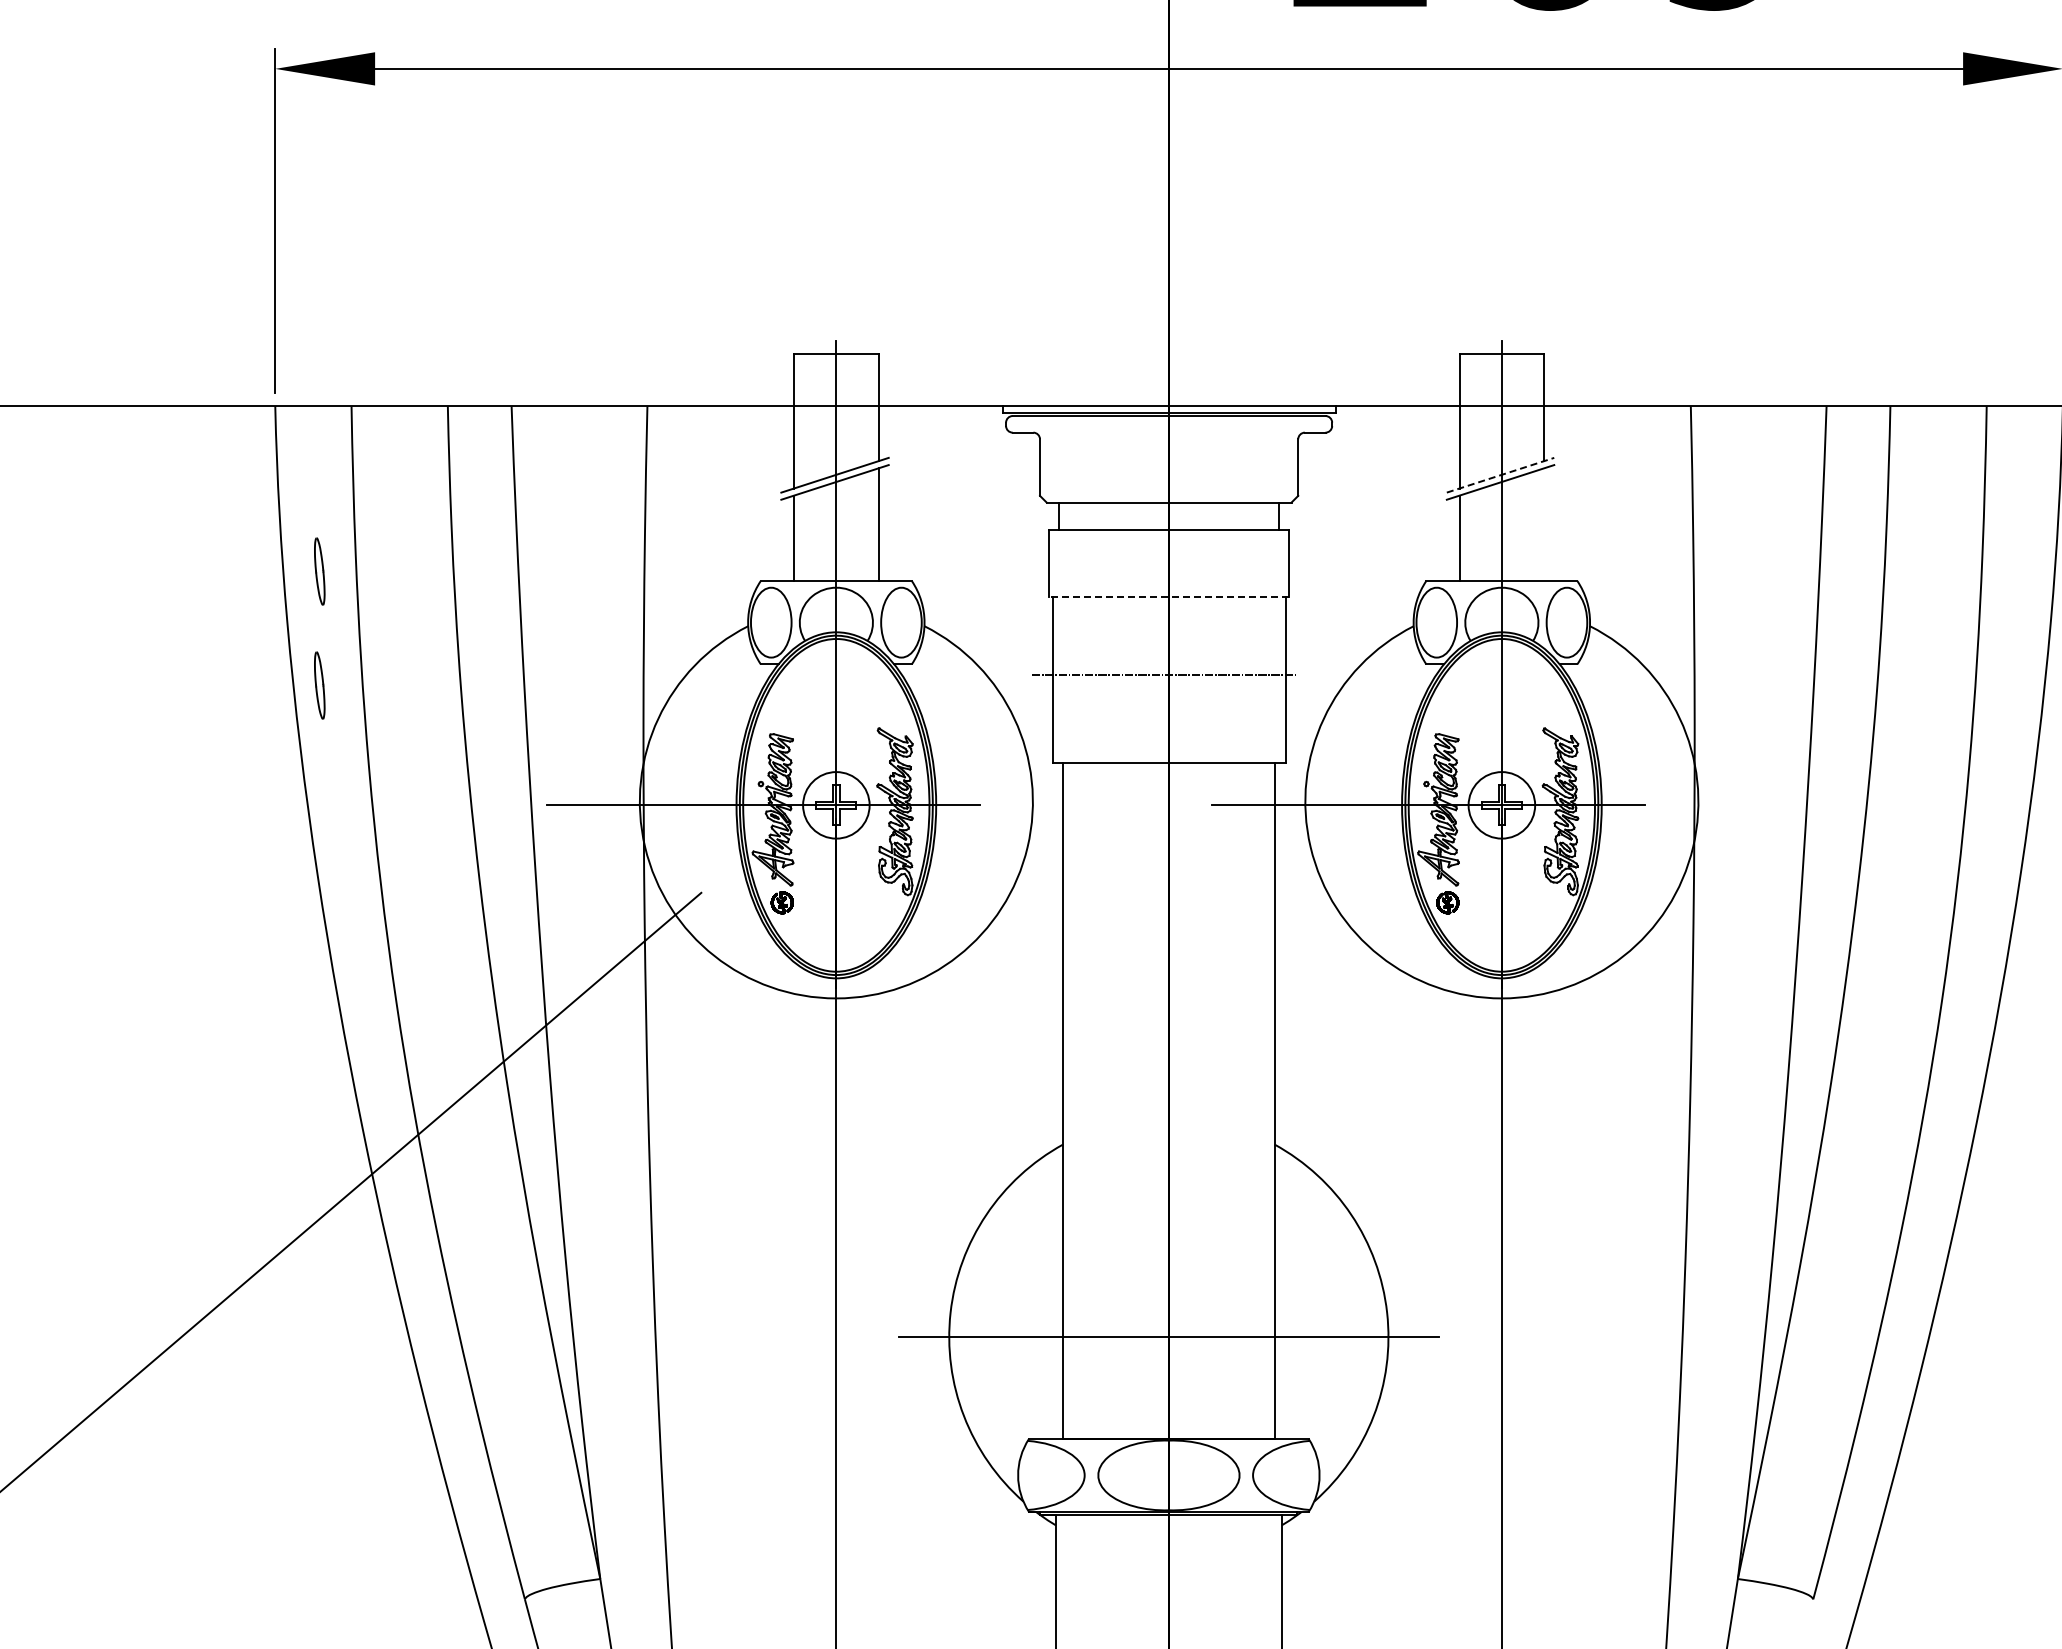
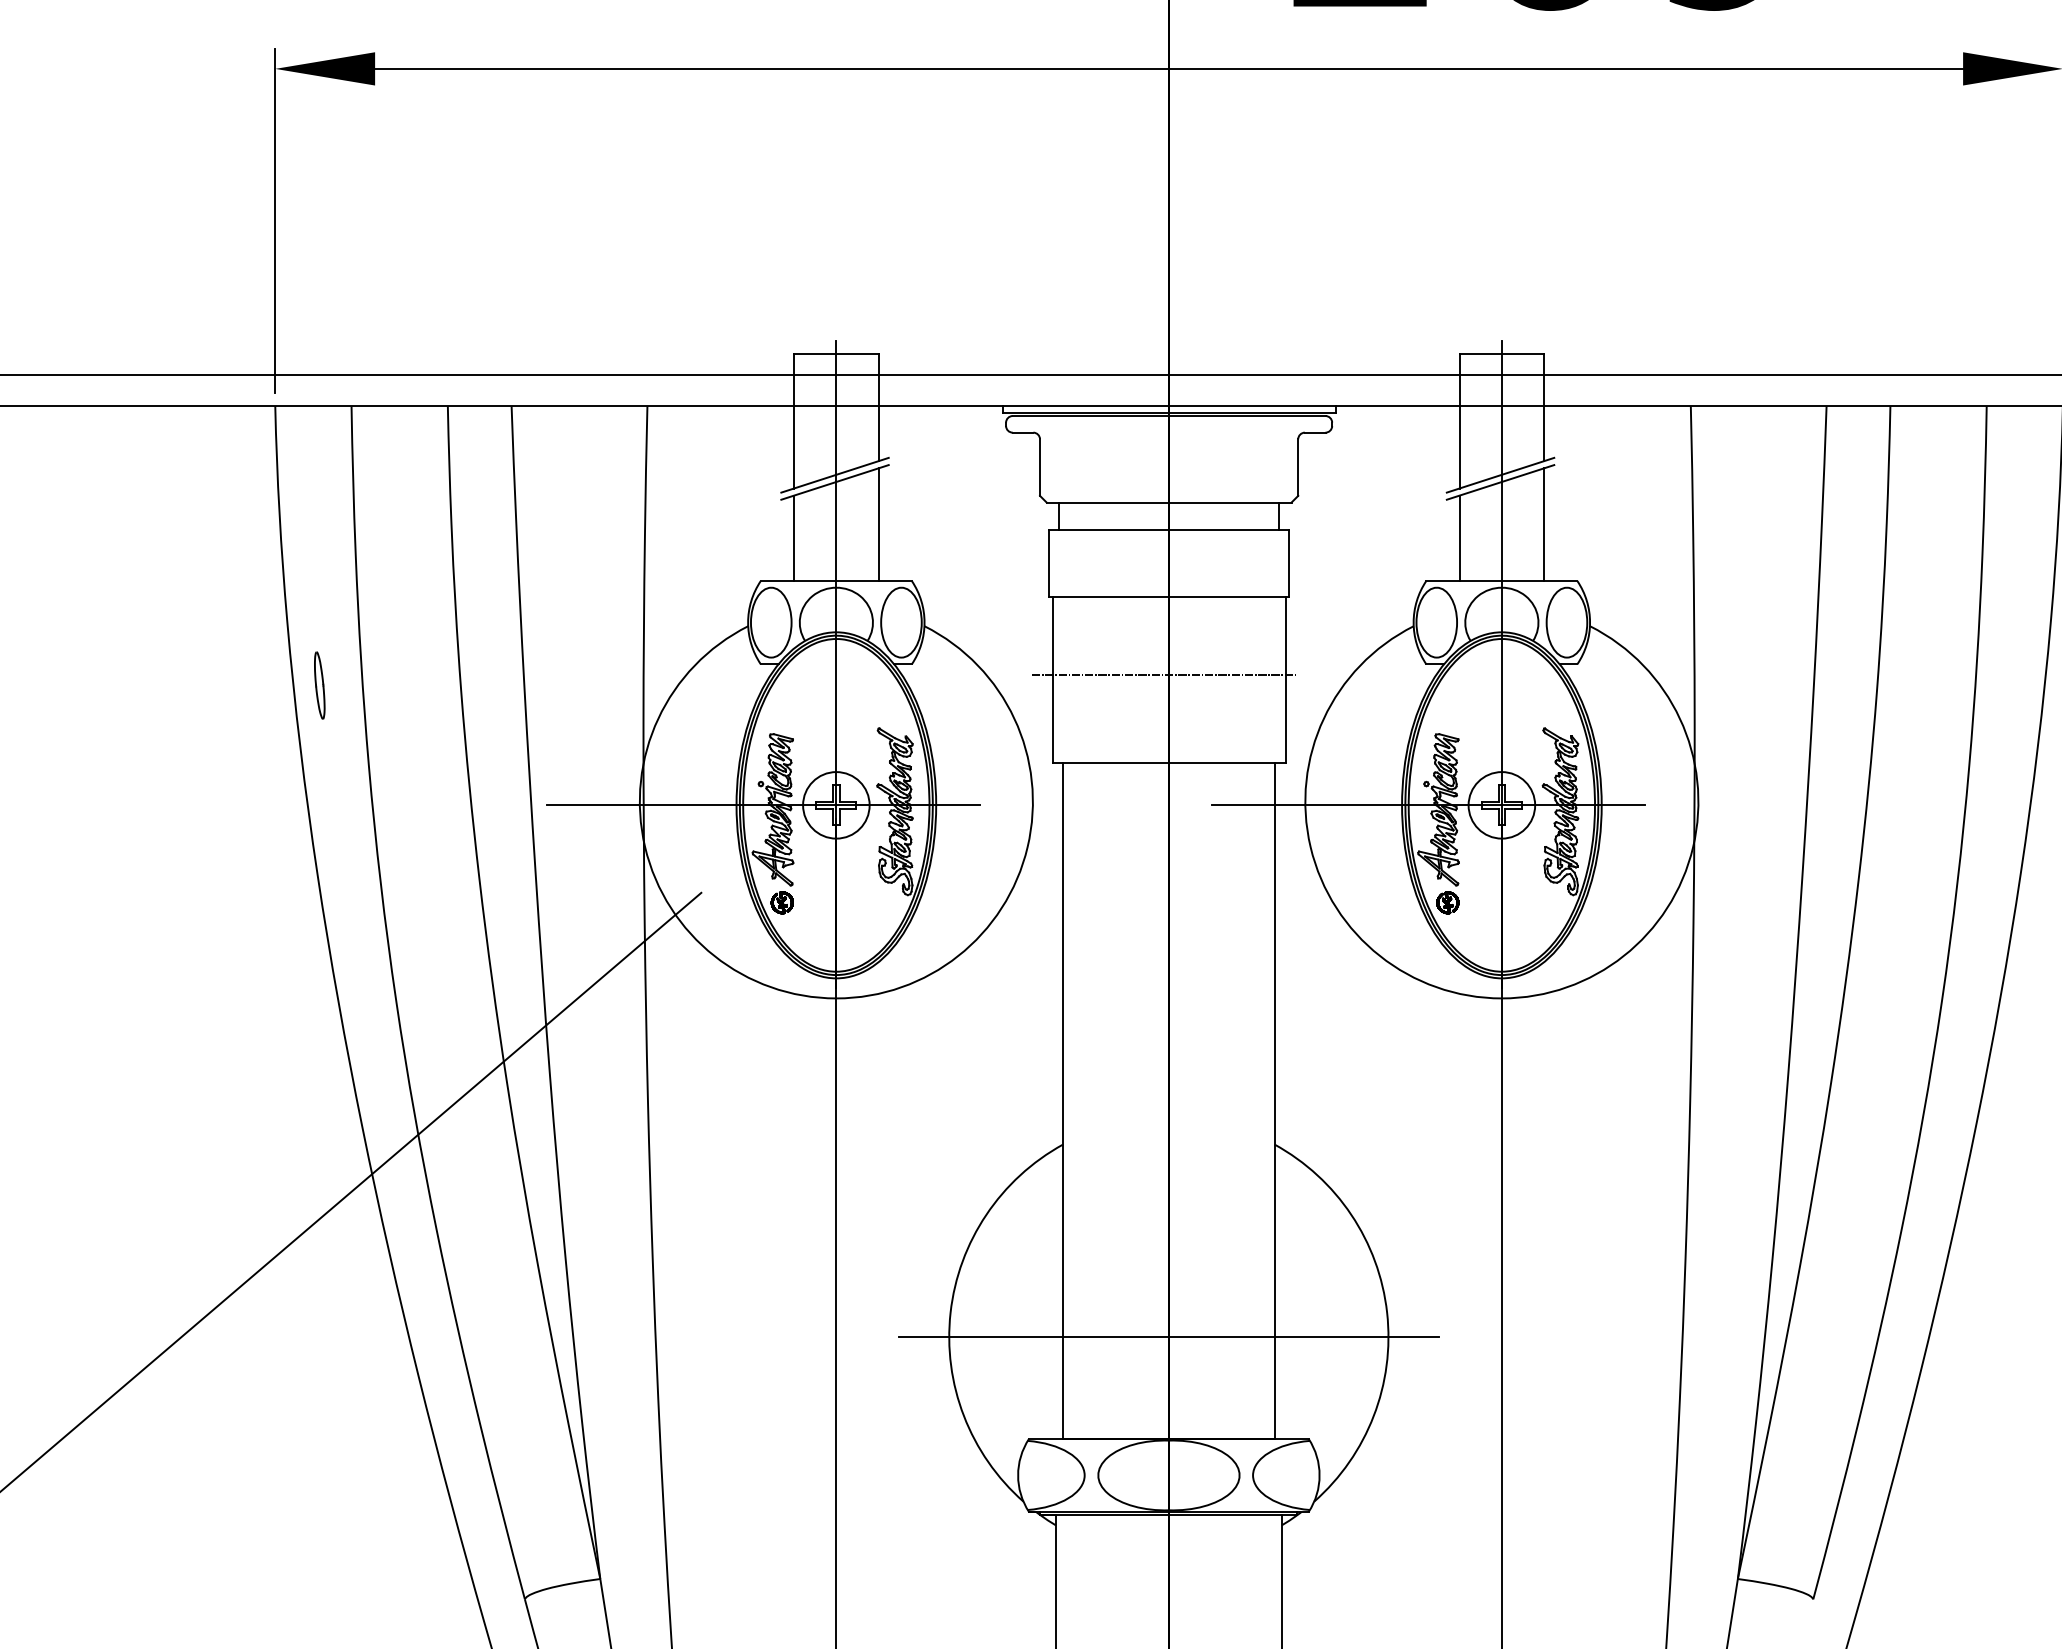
line at (1030, 375): none -> present
line at (1501, 475): dashed -> solid
line at (1544, 524): none -> present
part at (319, 571): present -> none
line at (1169, 596): dashed -> solid
